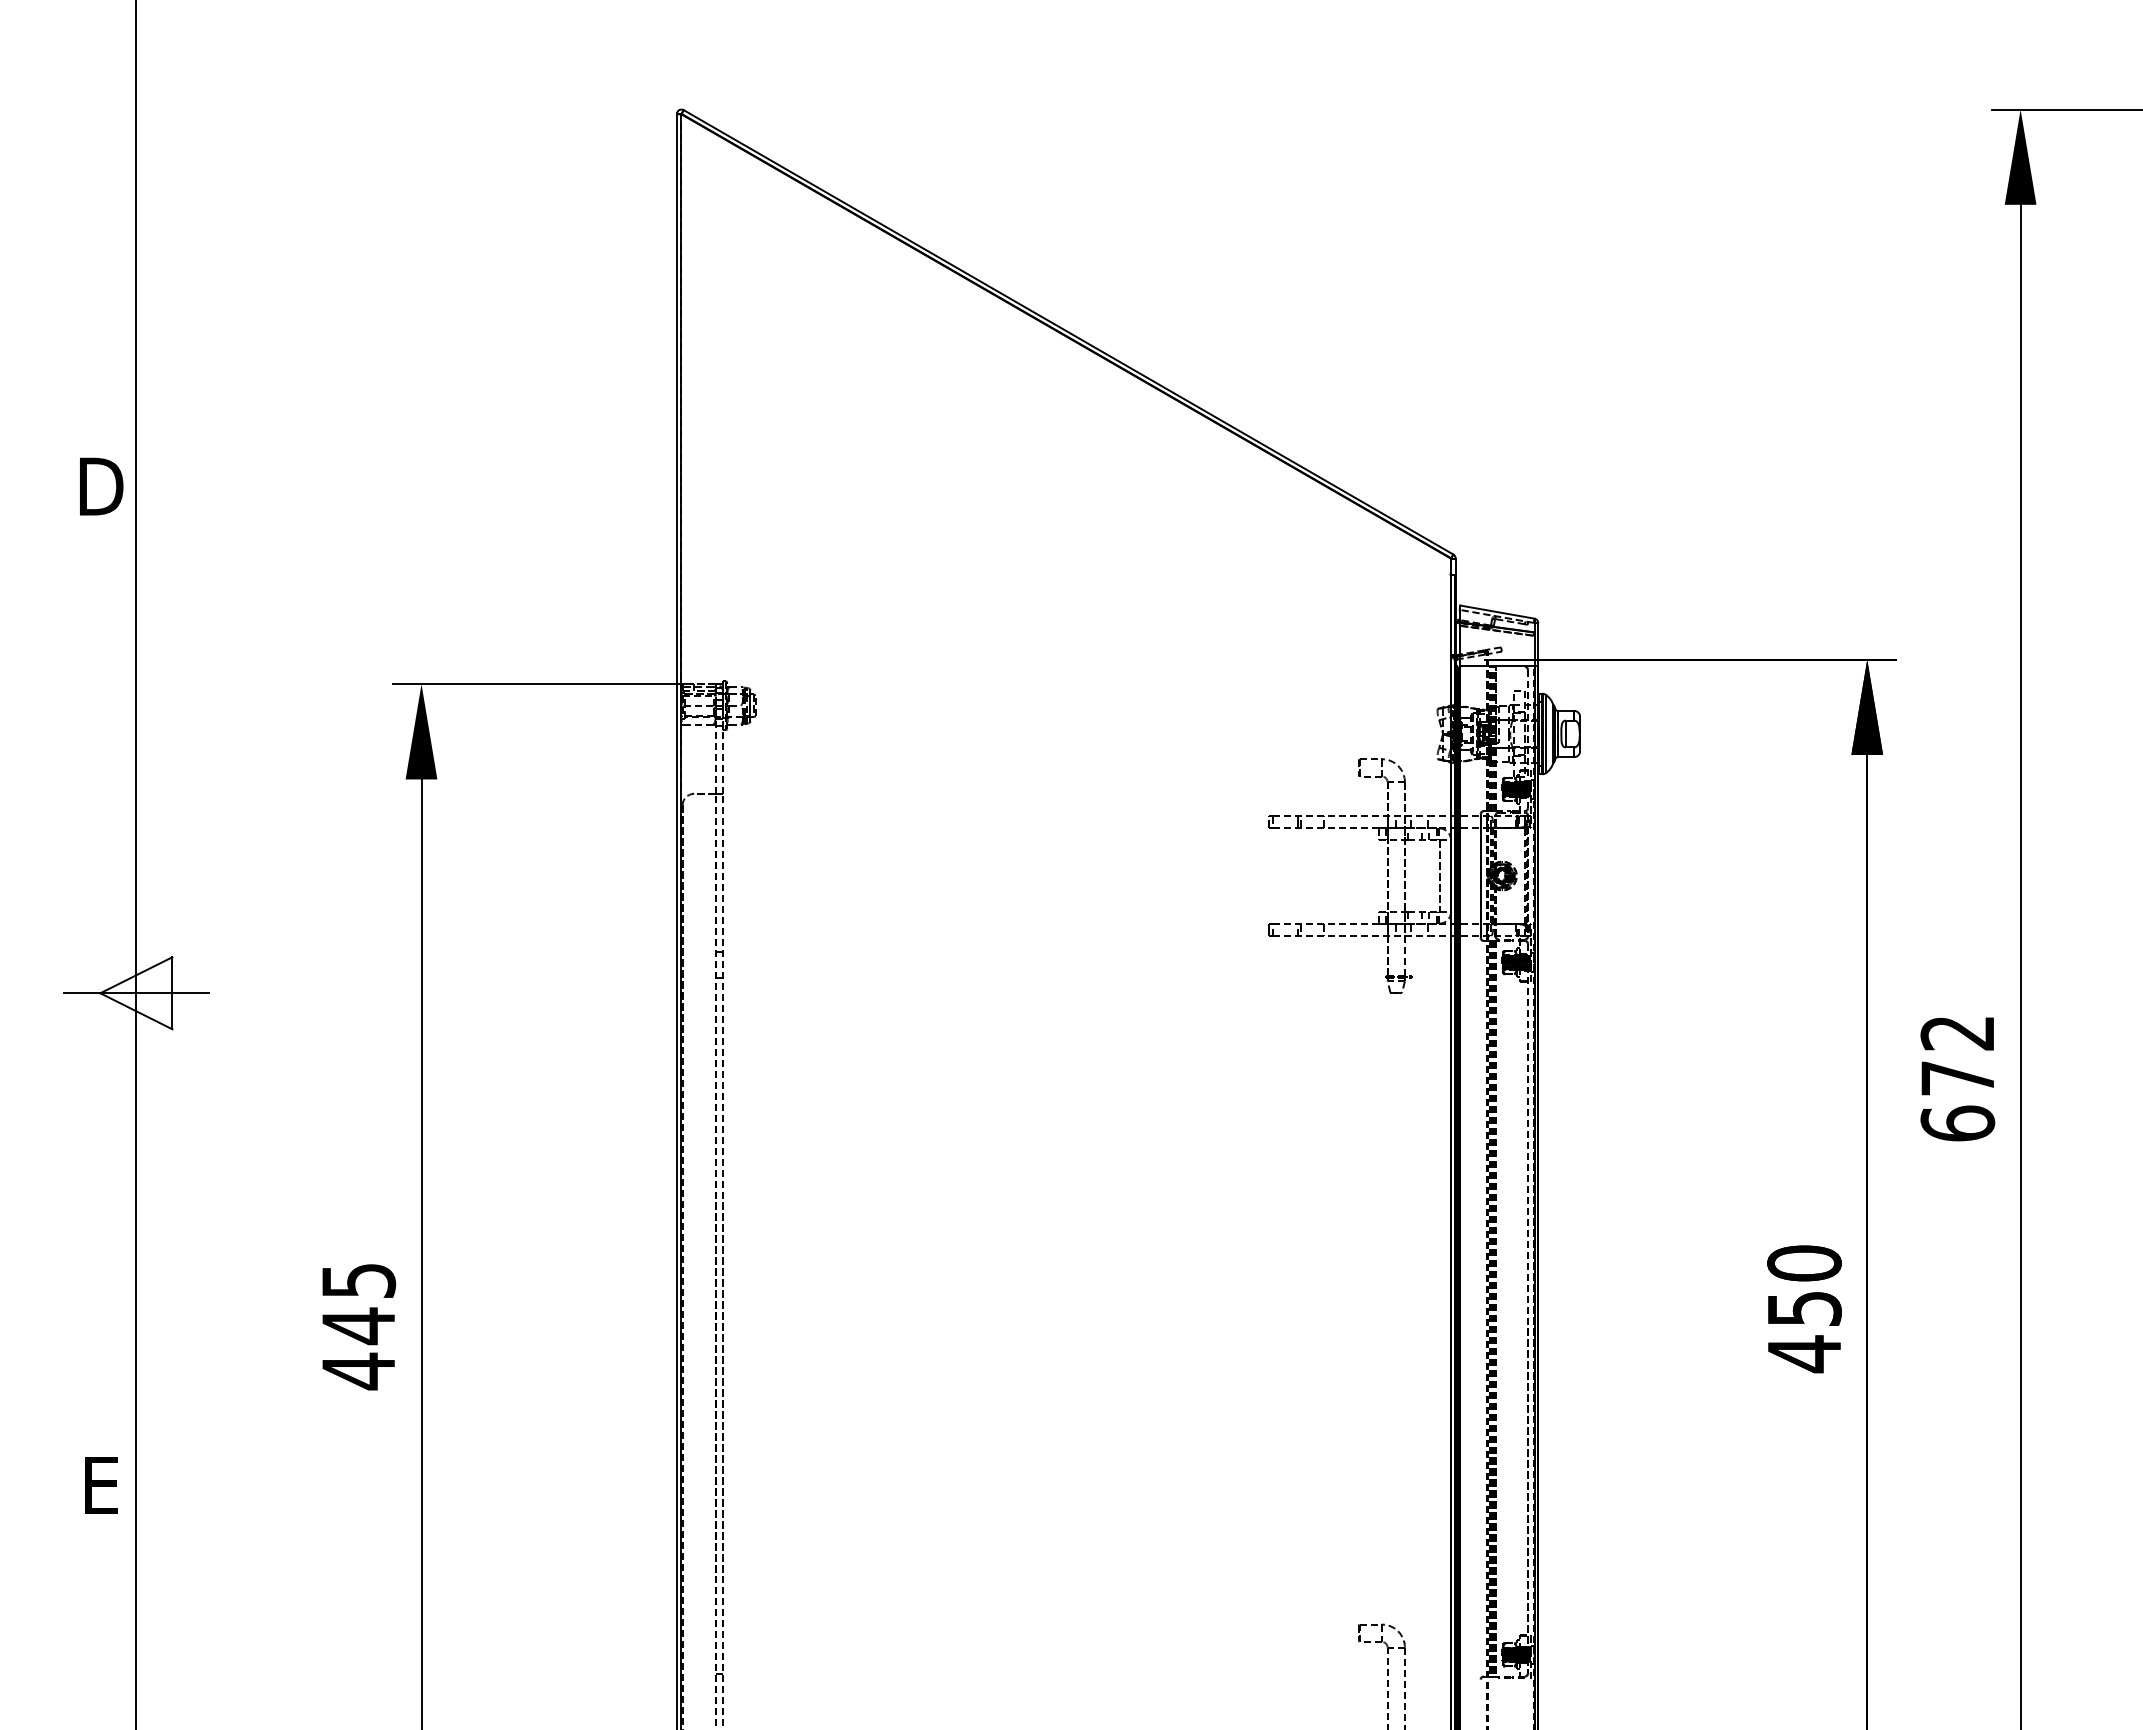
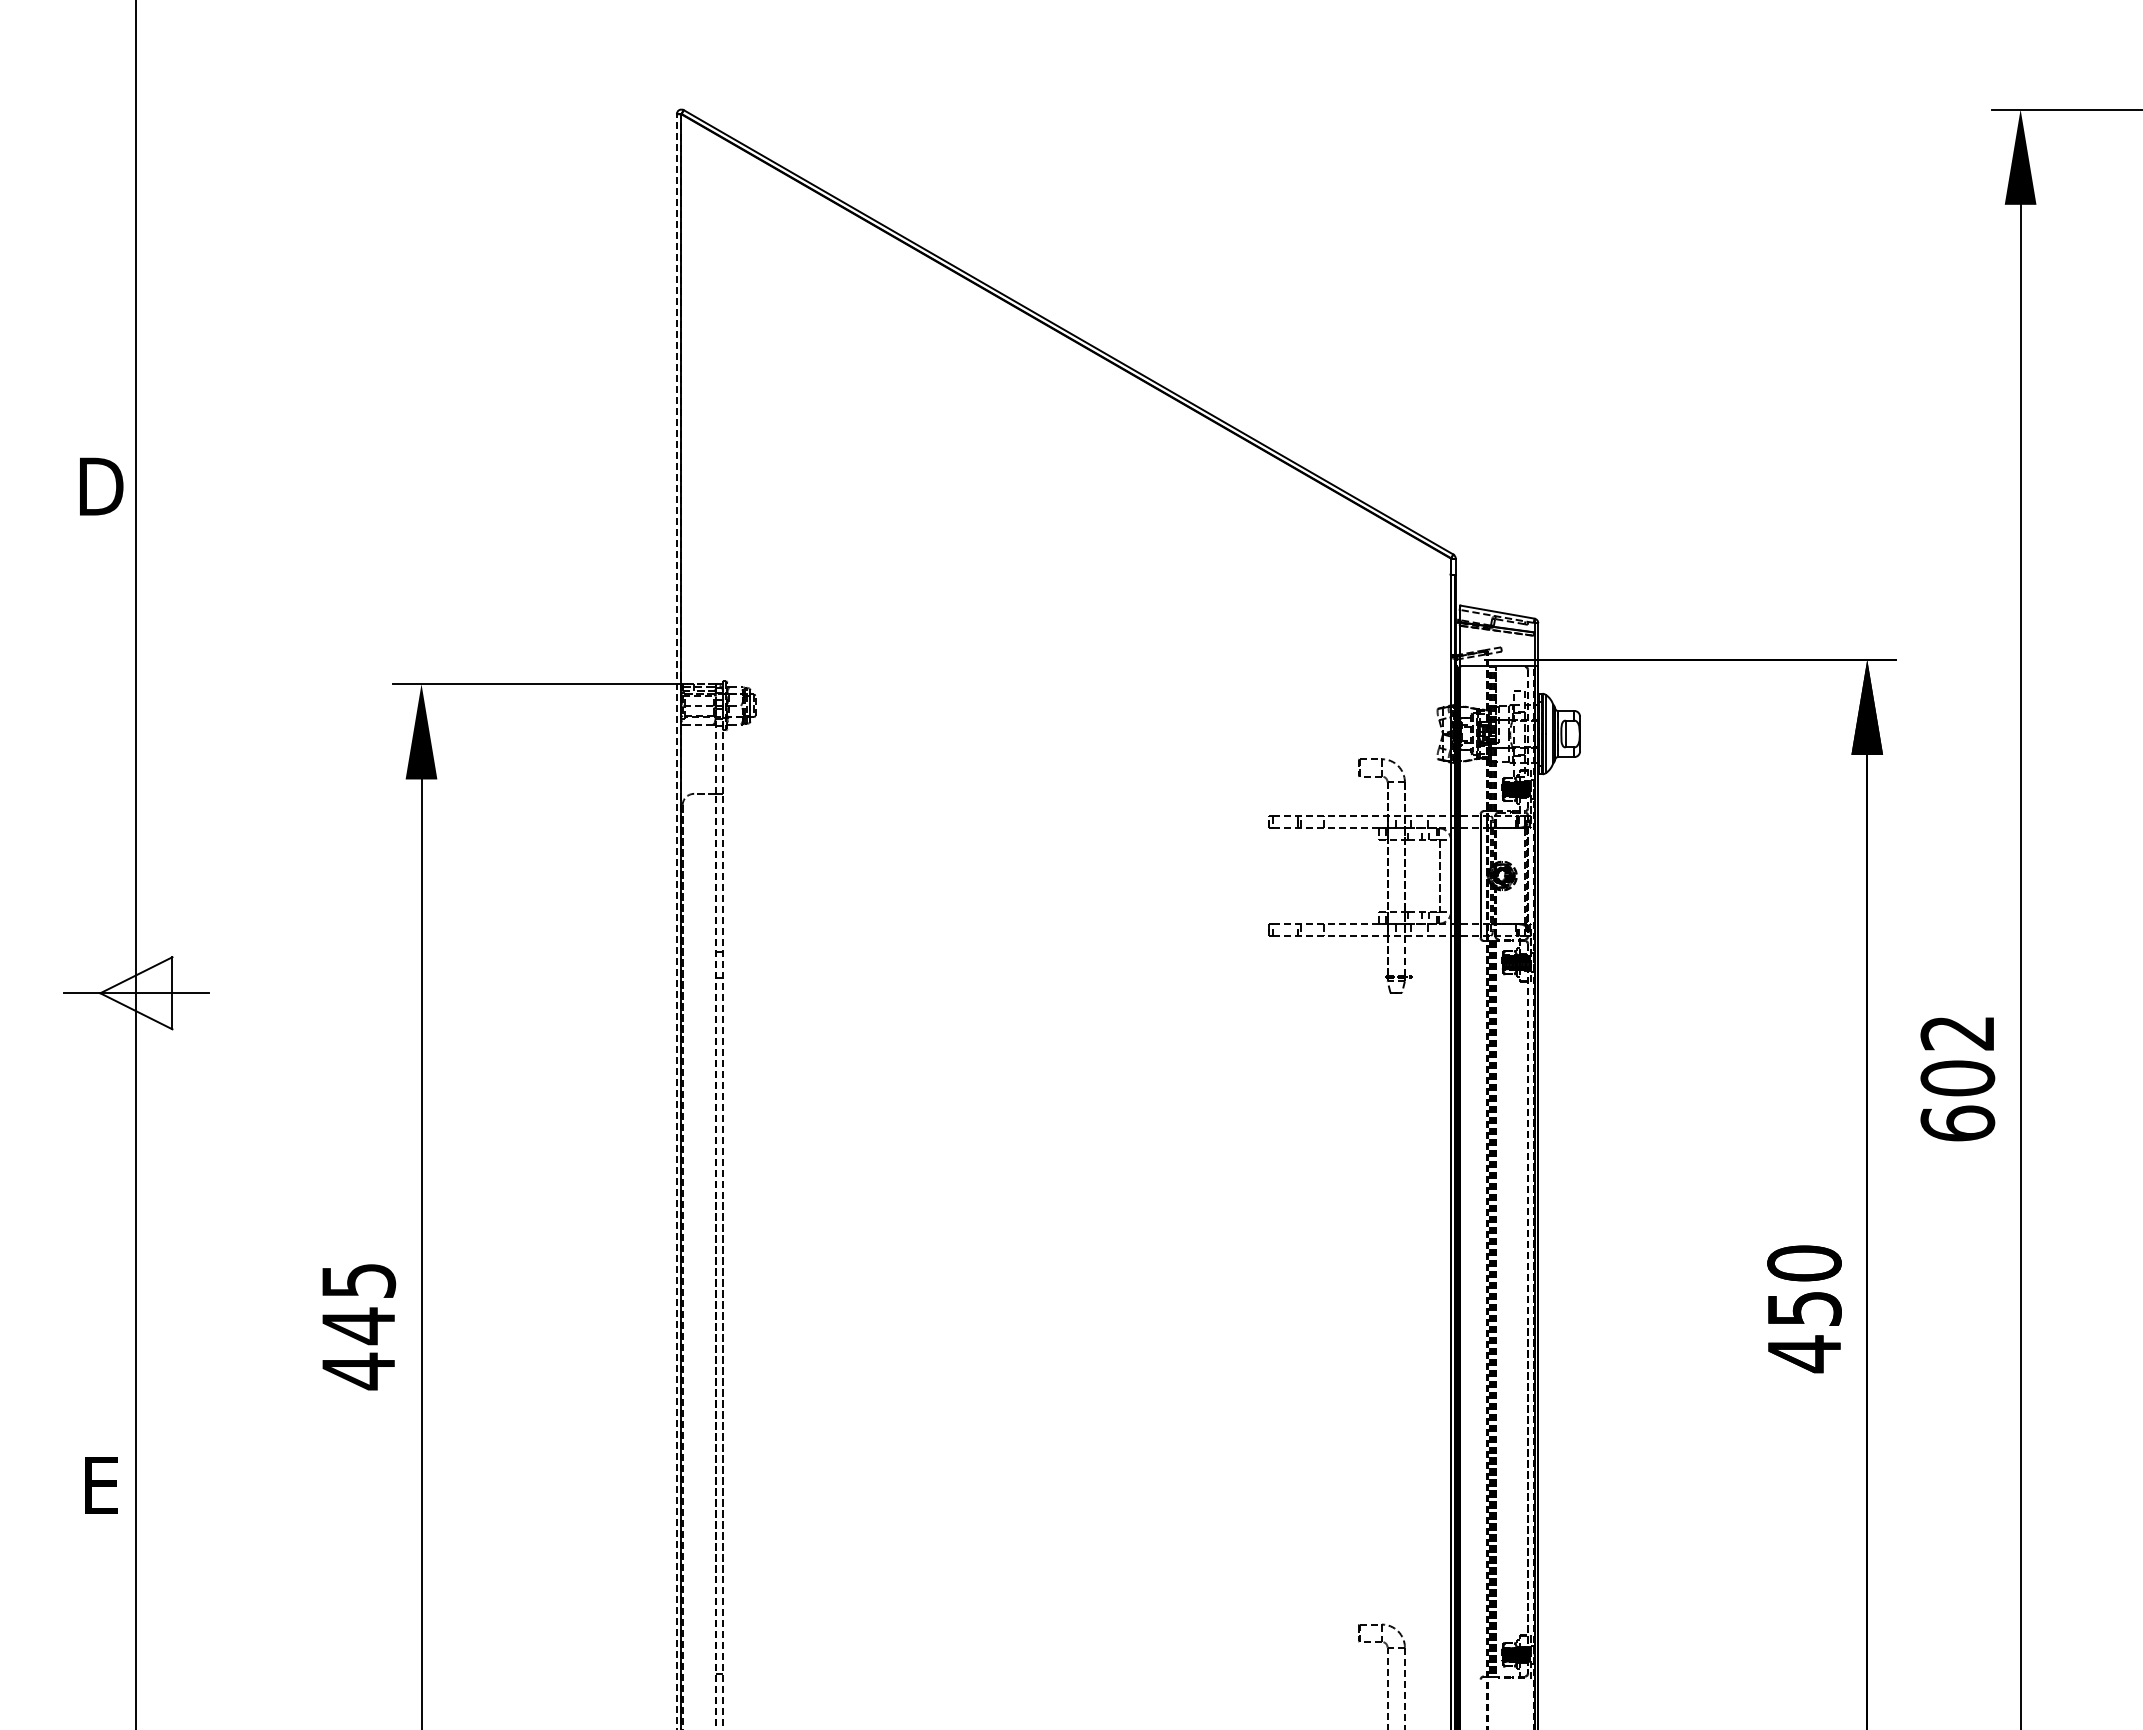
line at (676, 921): solid -> dashed
text at (1957, 1078): 672 -> 602
